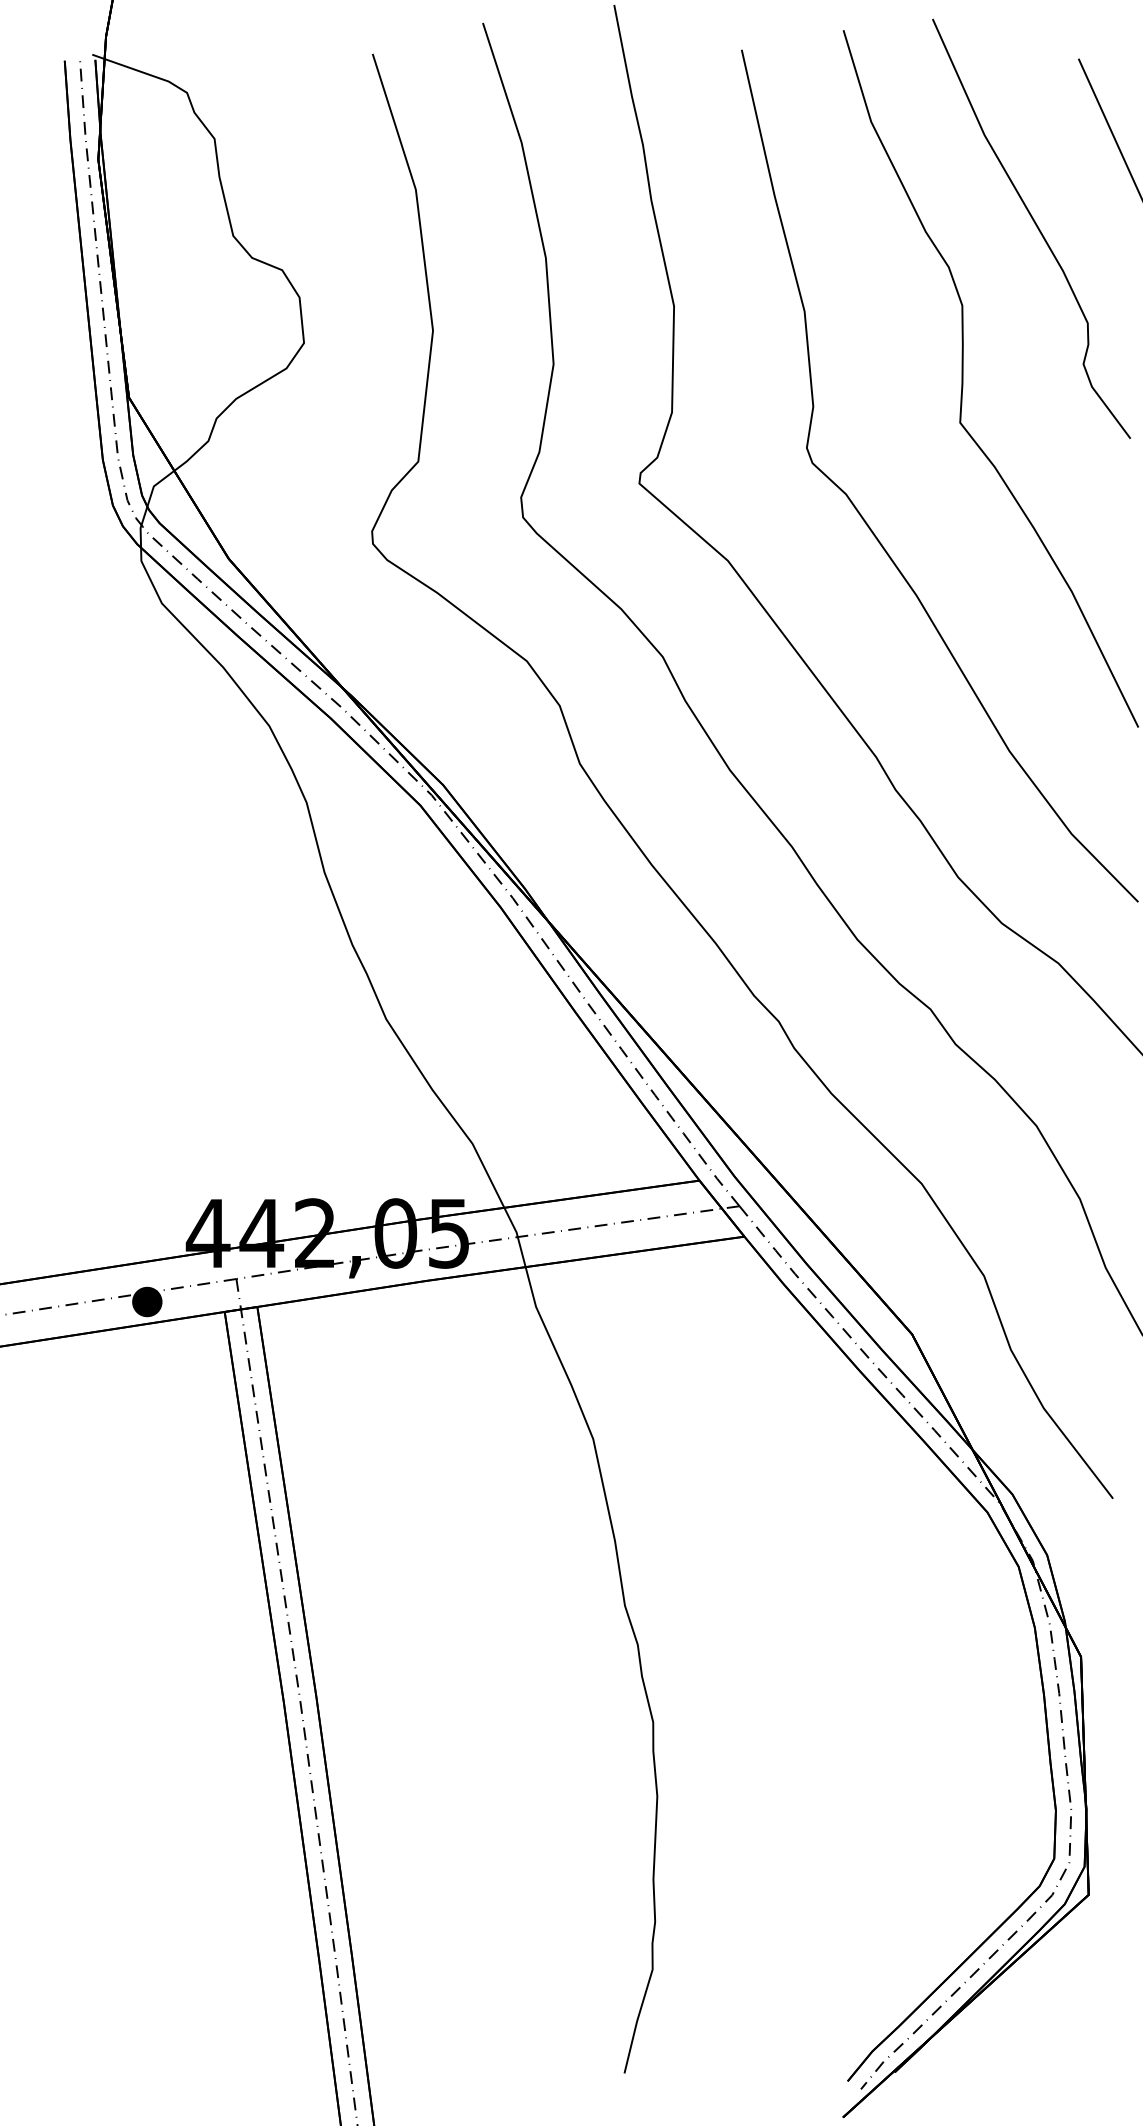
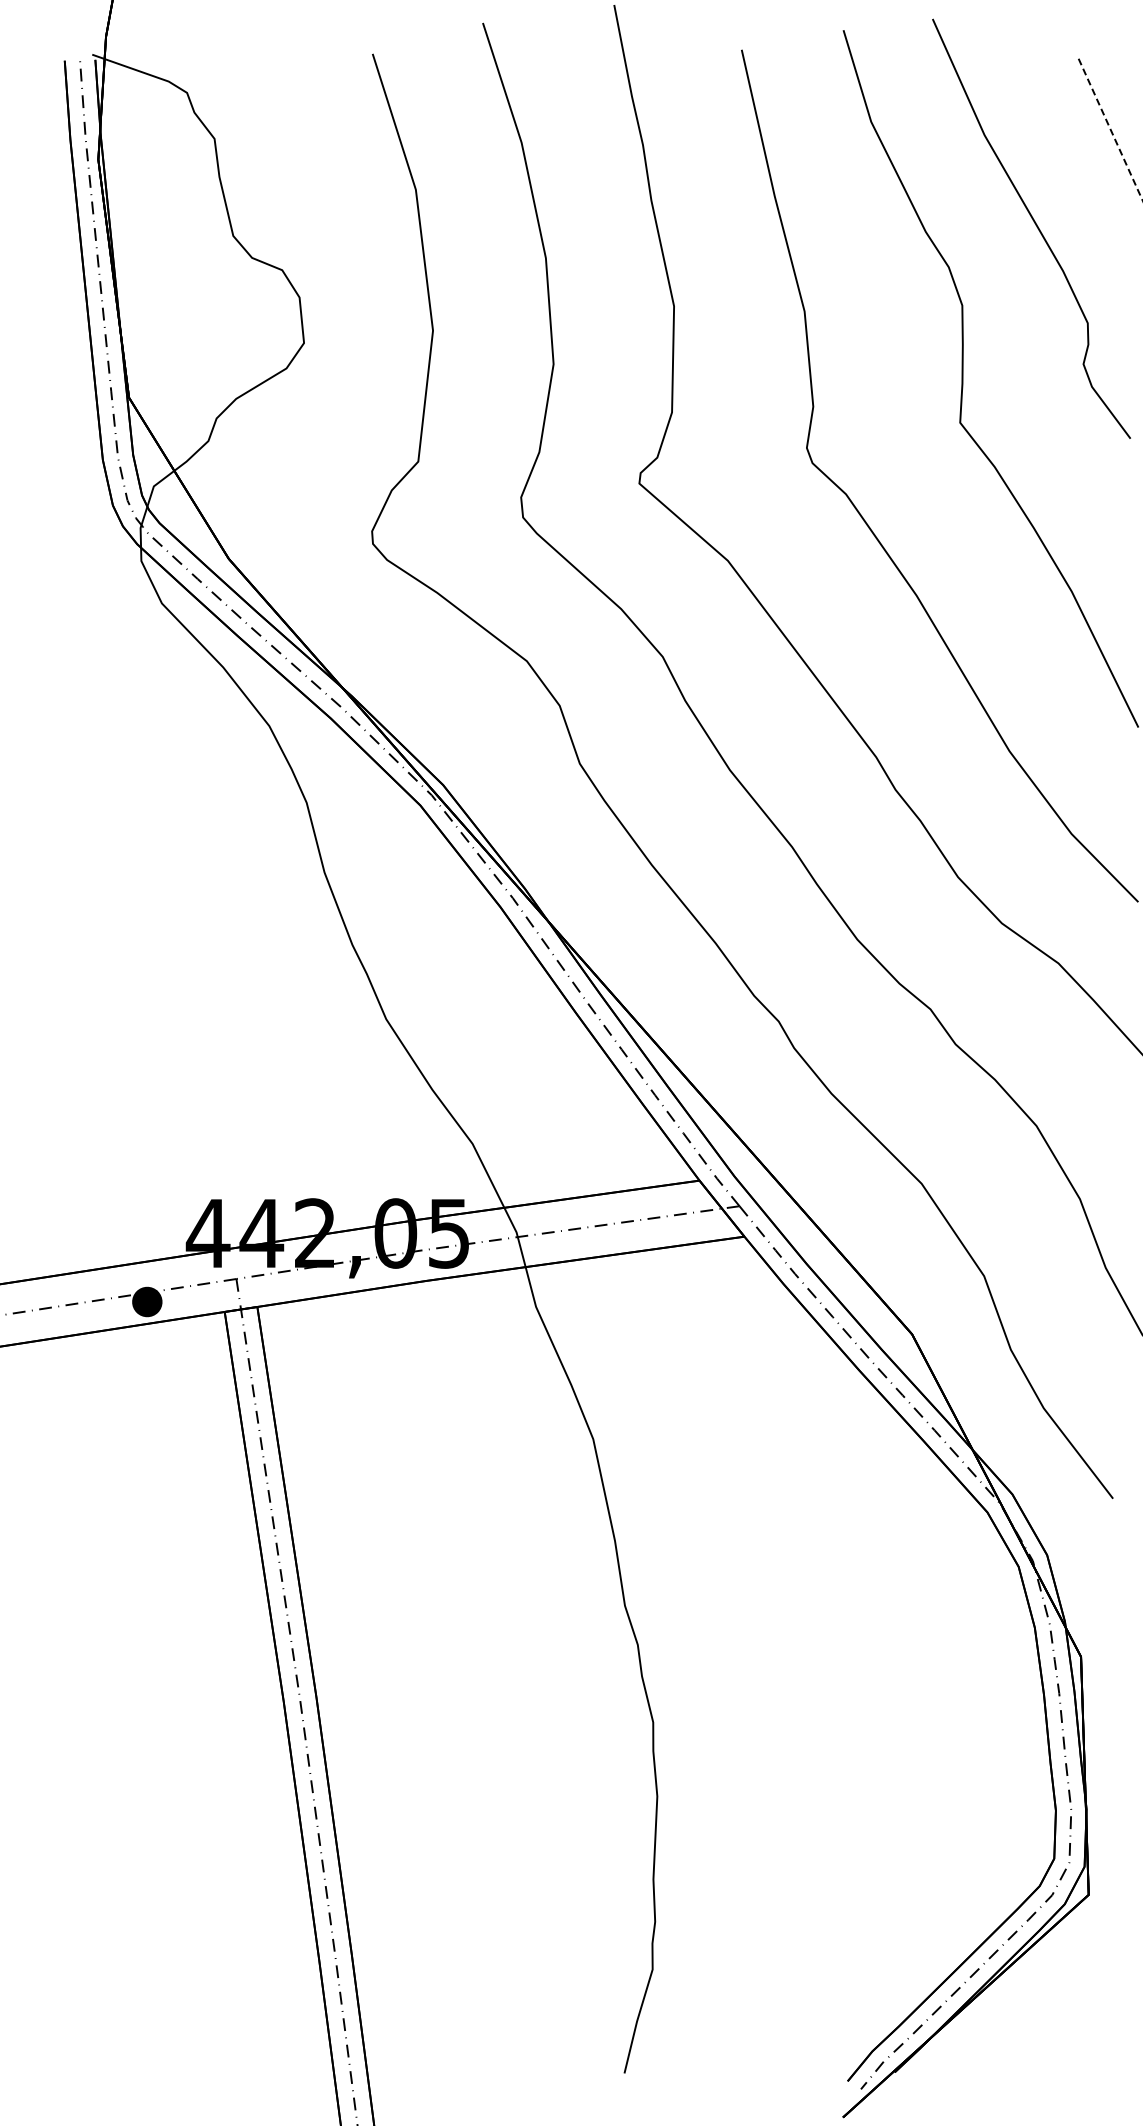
line at (1110, 129): solid -> dashed
